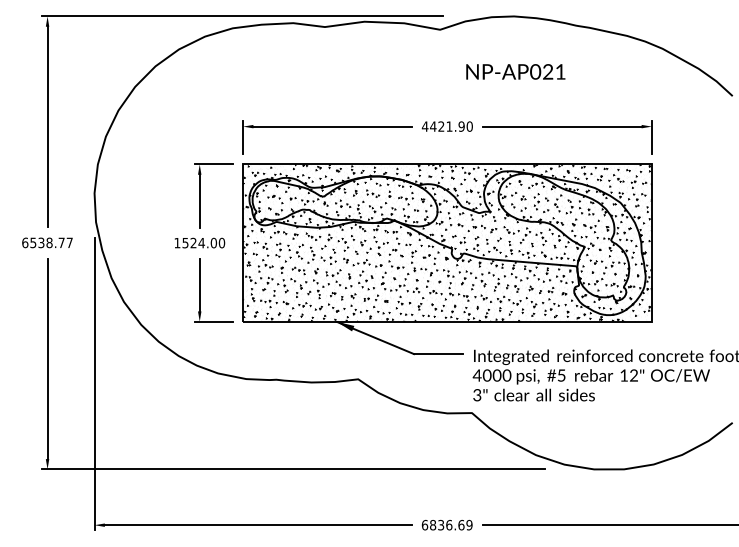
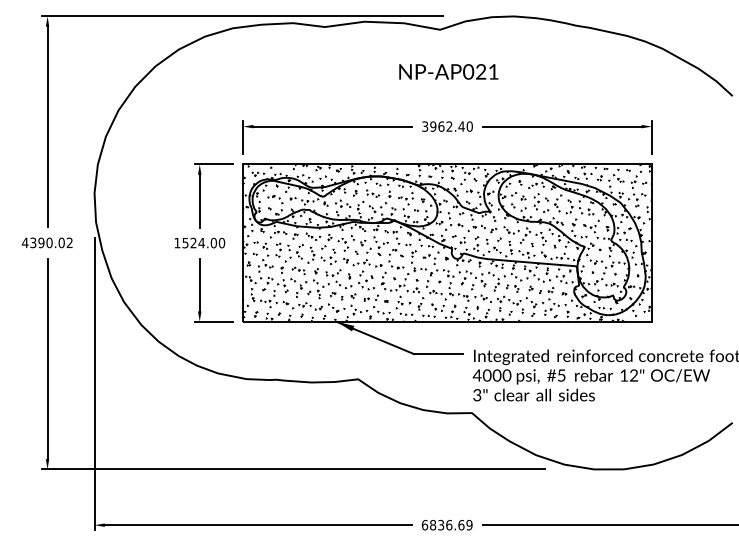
text at (515, 71) position: (515, 71) -> (448, 71)
text at (442, 126): 4421.90 -> 3962.40
text at (46, 242): 6538.77 -> 4390.02
